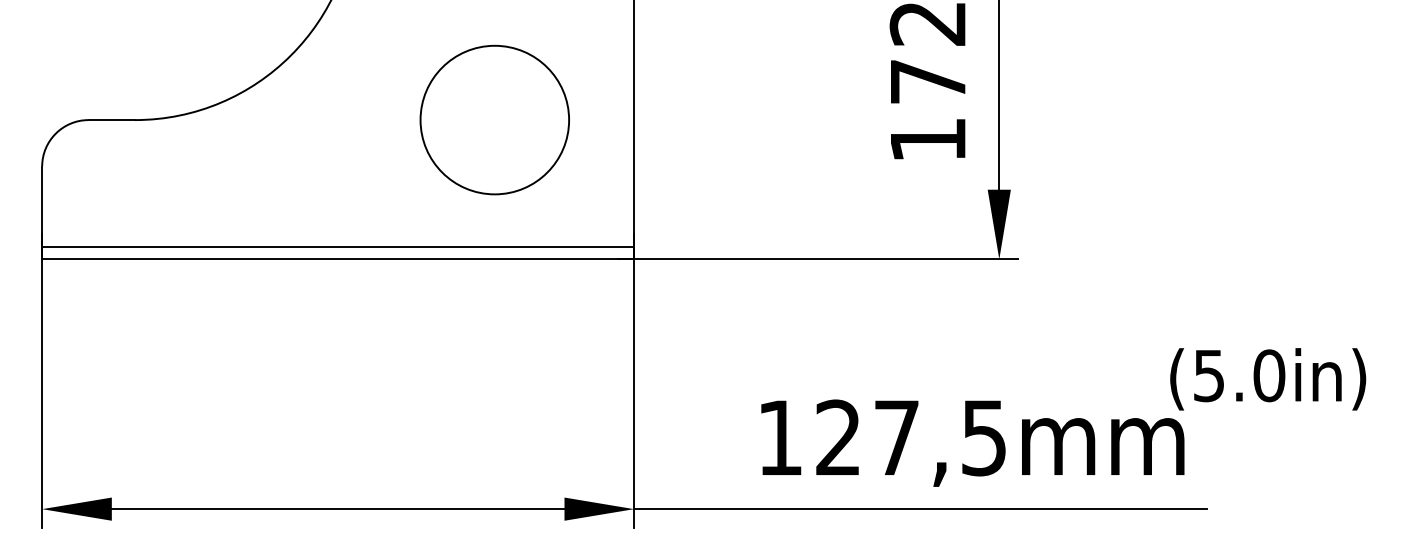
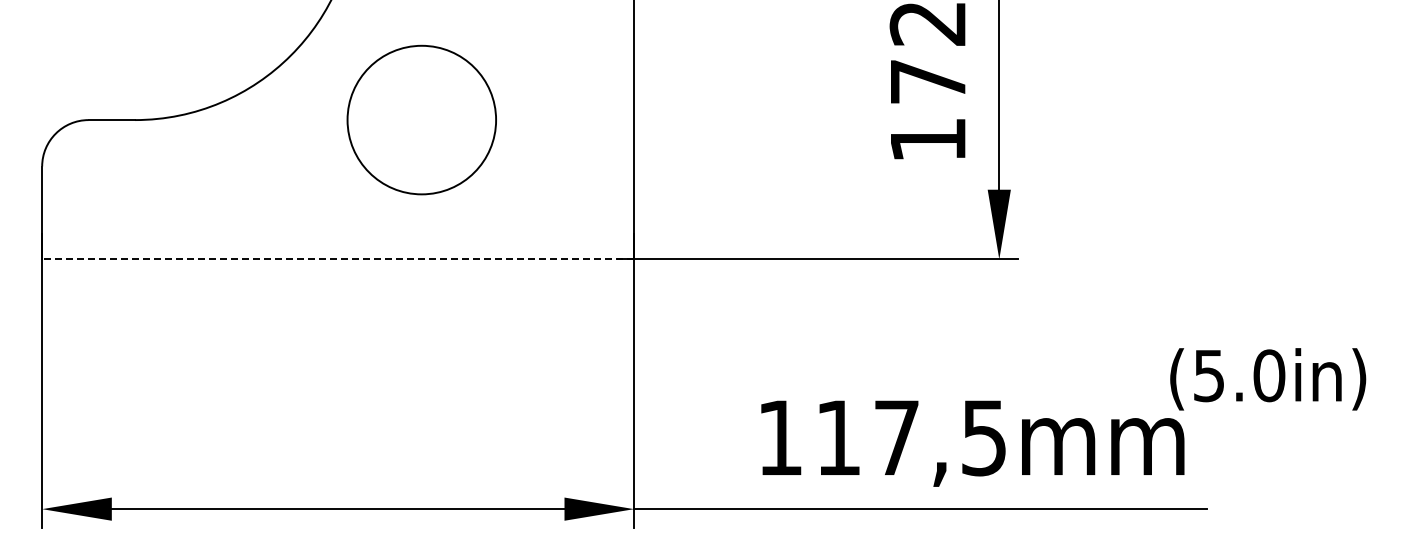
circle at (494, 119) position: (494, 119) -> (421, 119)
line at (338, 247): present -> none
line at (338, 259): solid -> dashed
text at (837, 436): 127,5mm -> 117,5mm
